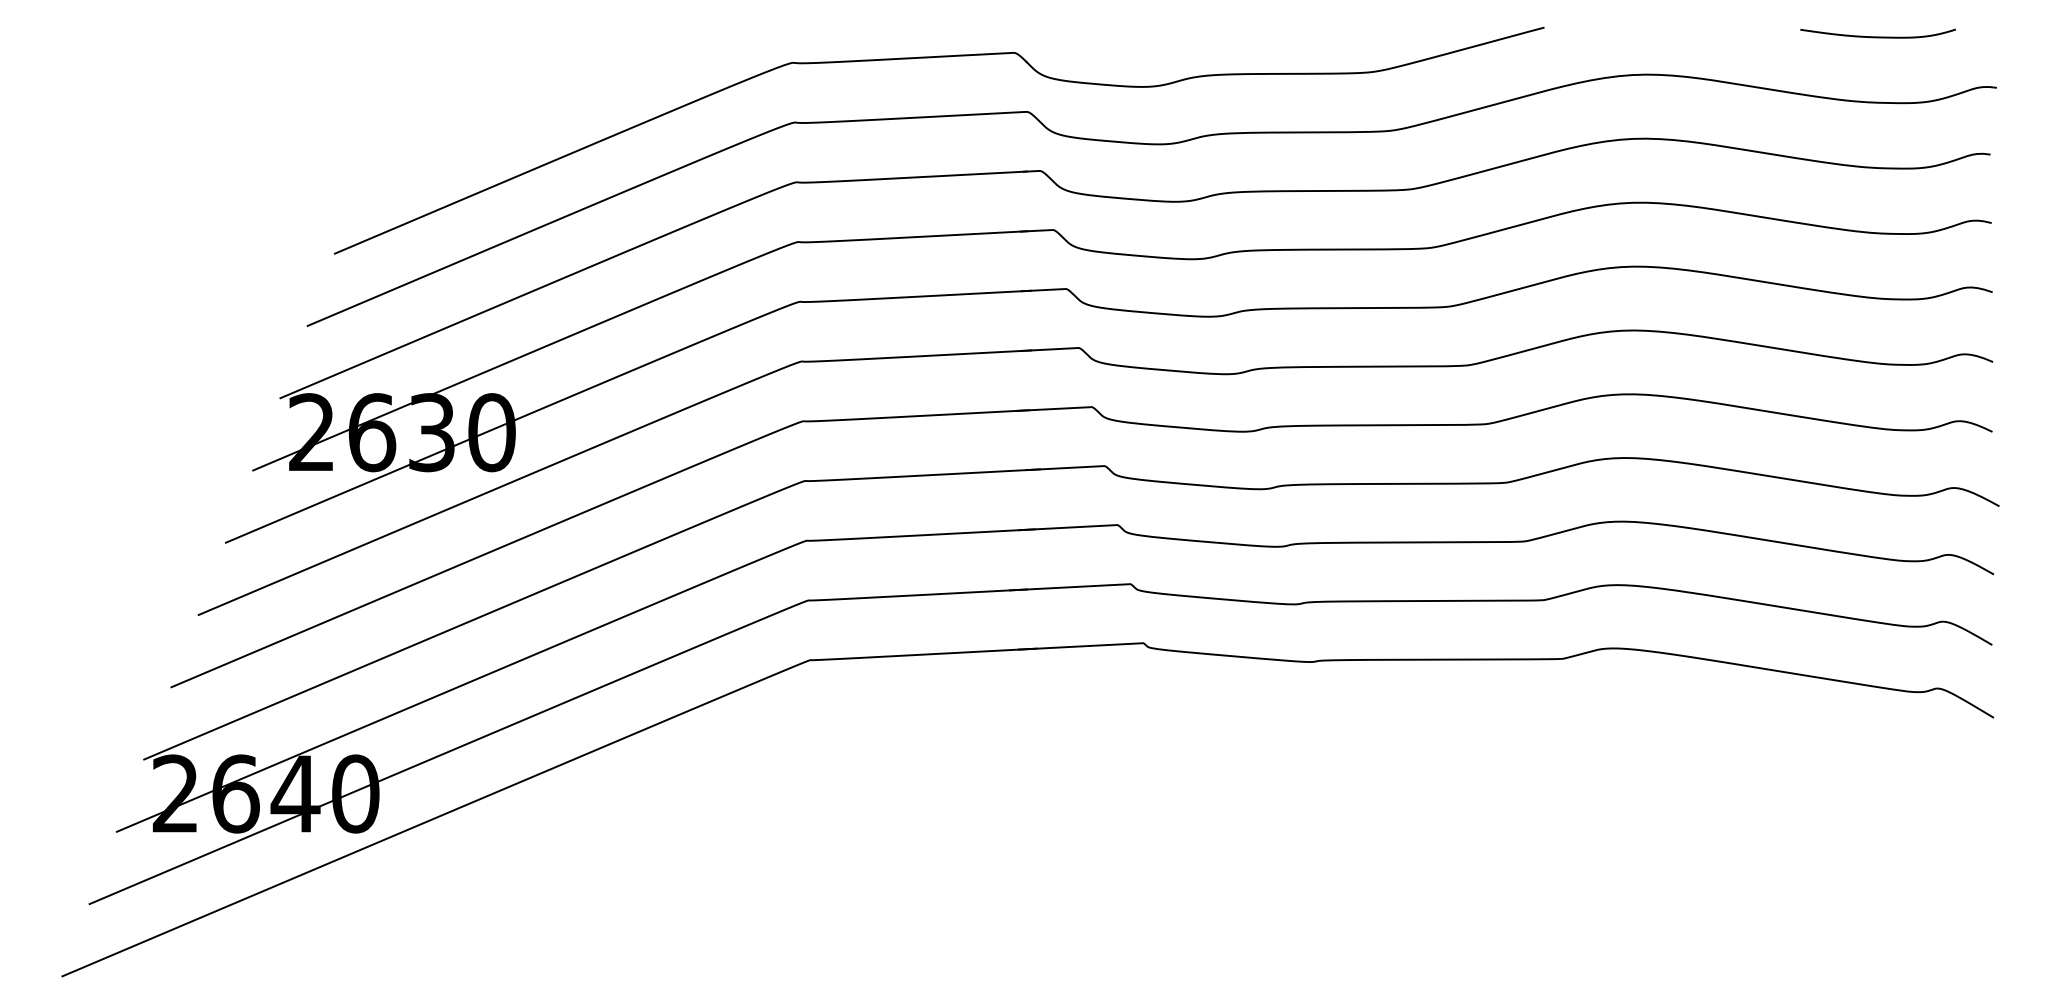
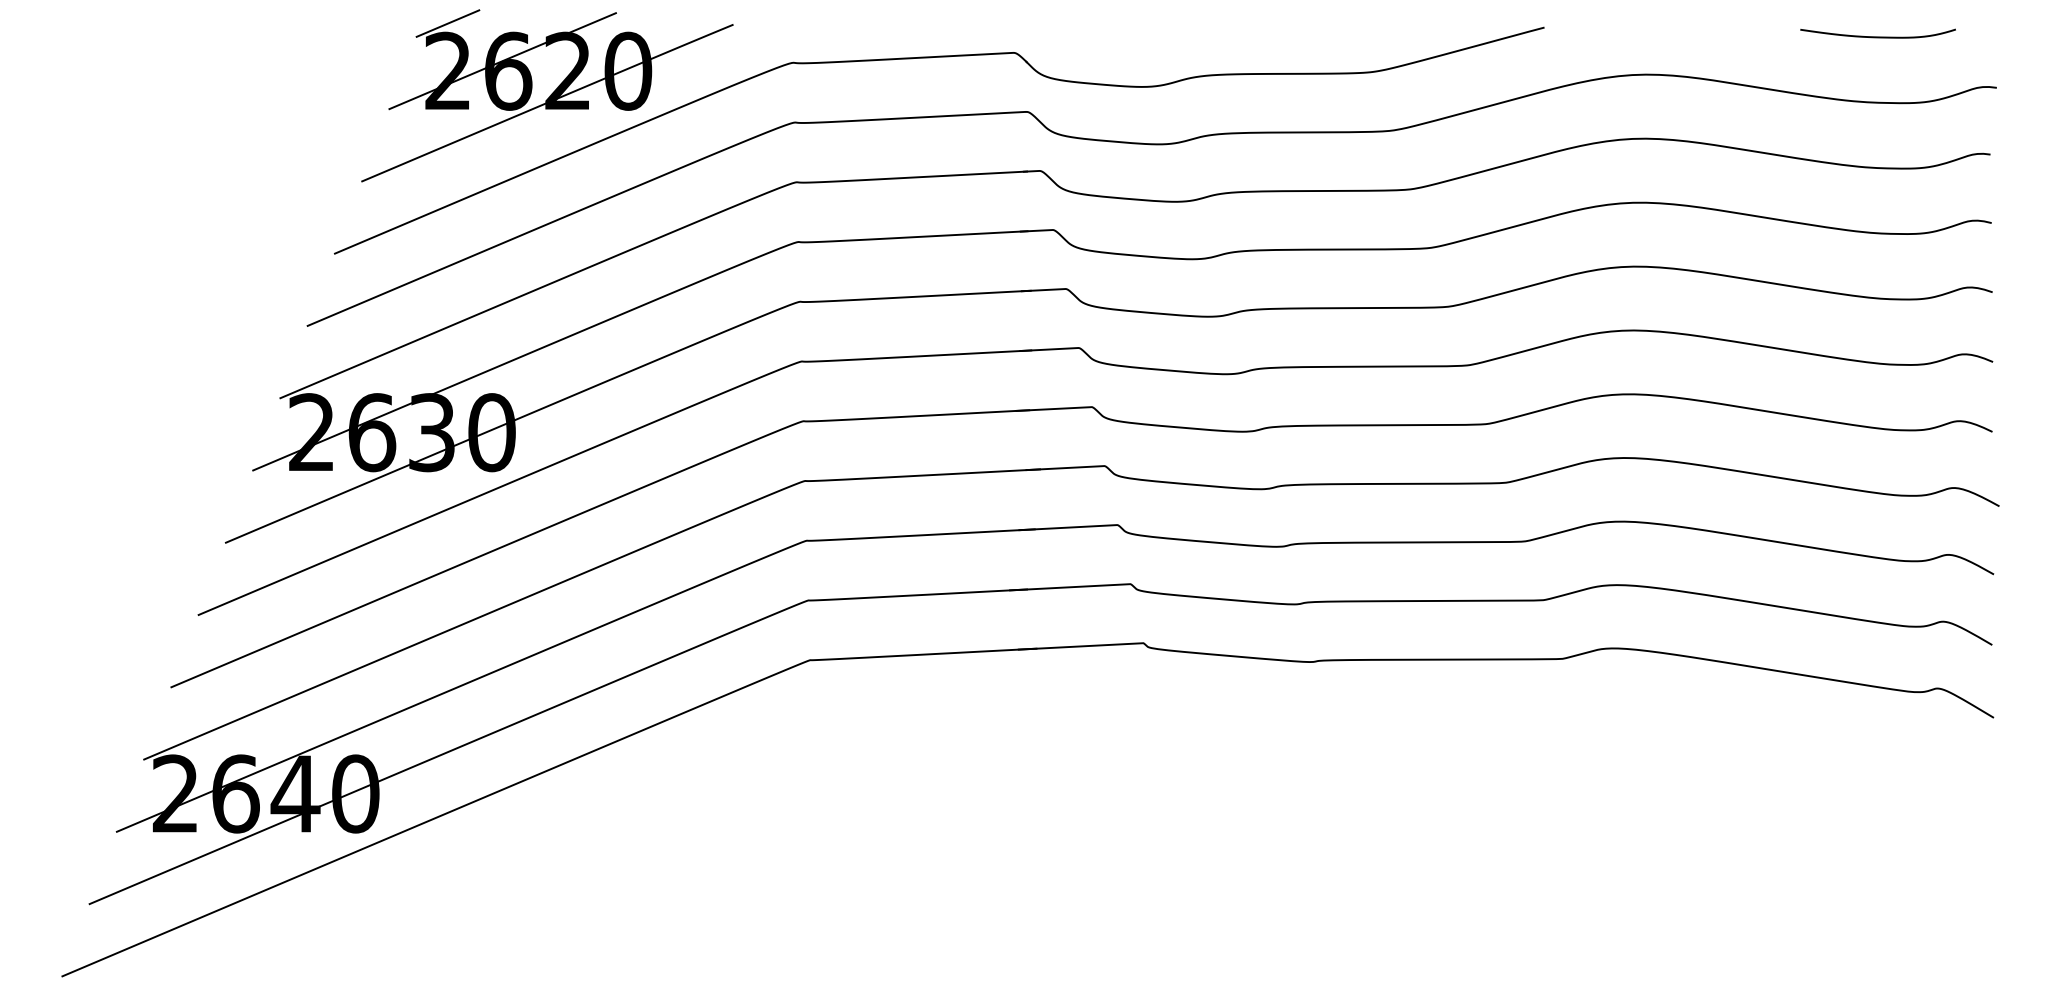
part at (547, 95): none -> present
